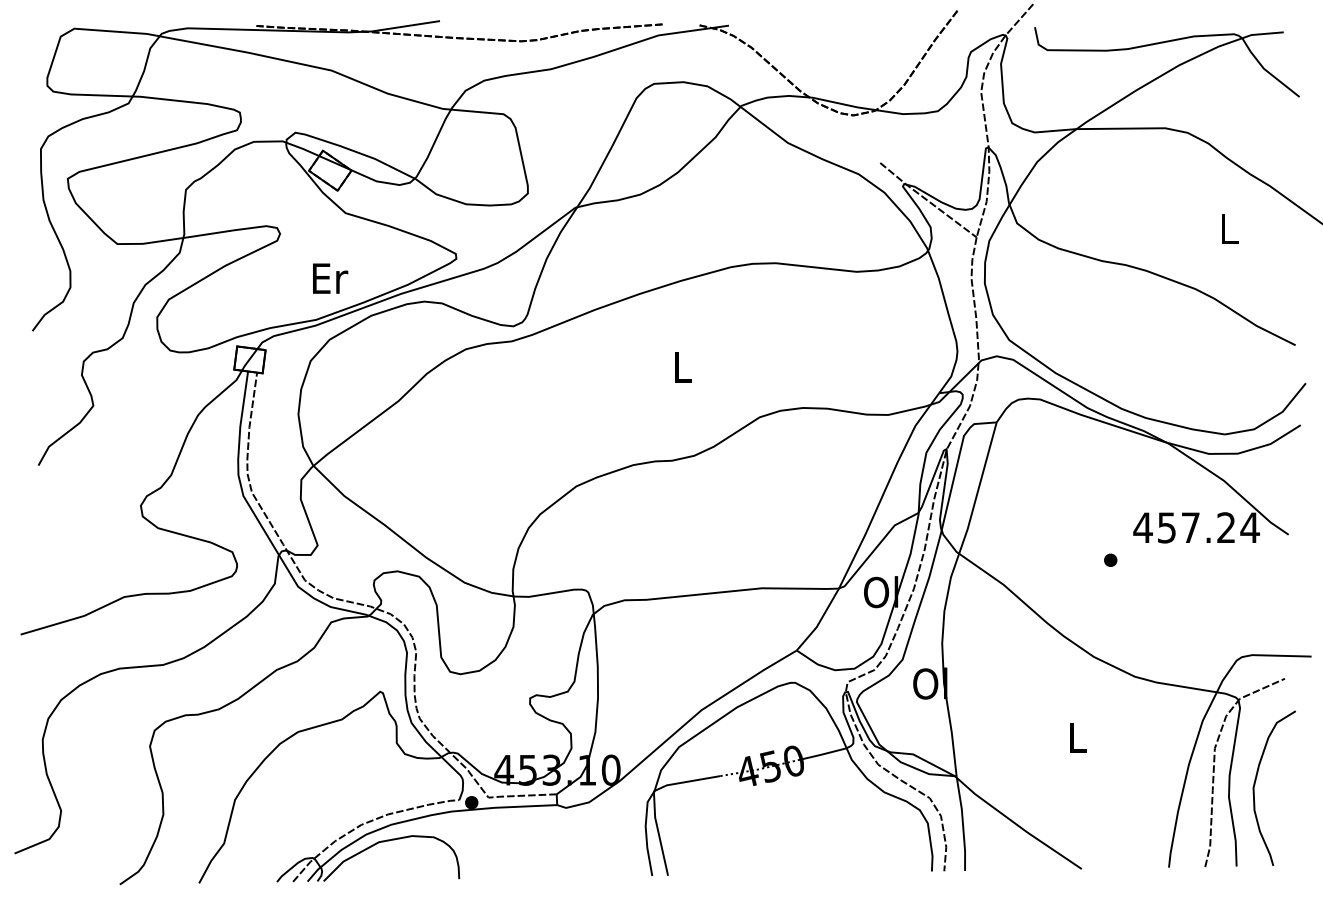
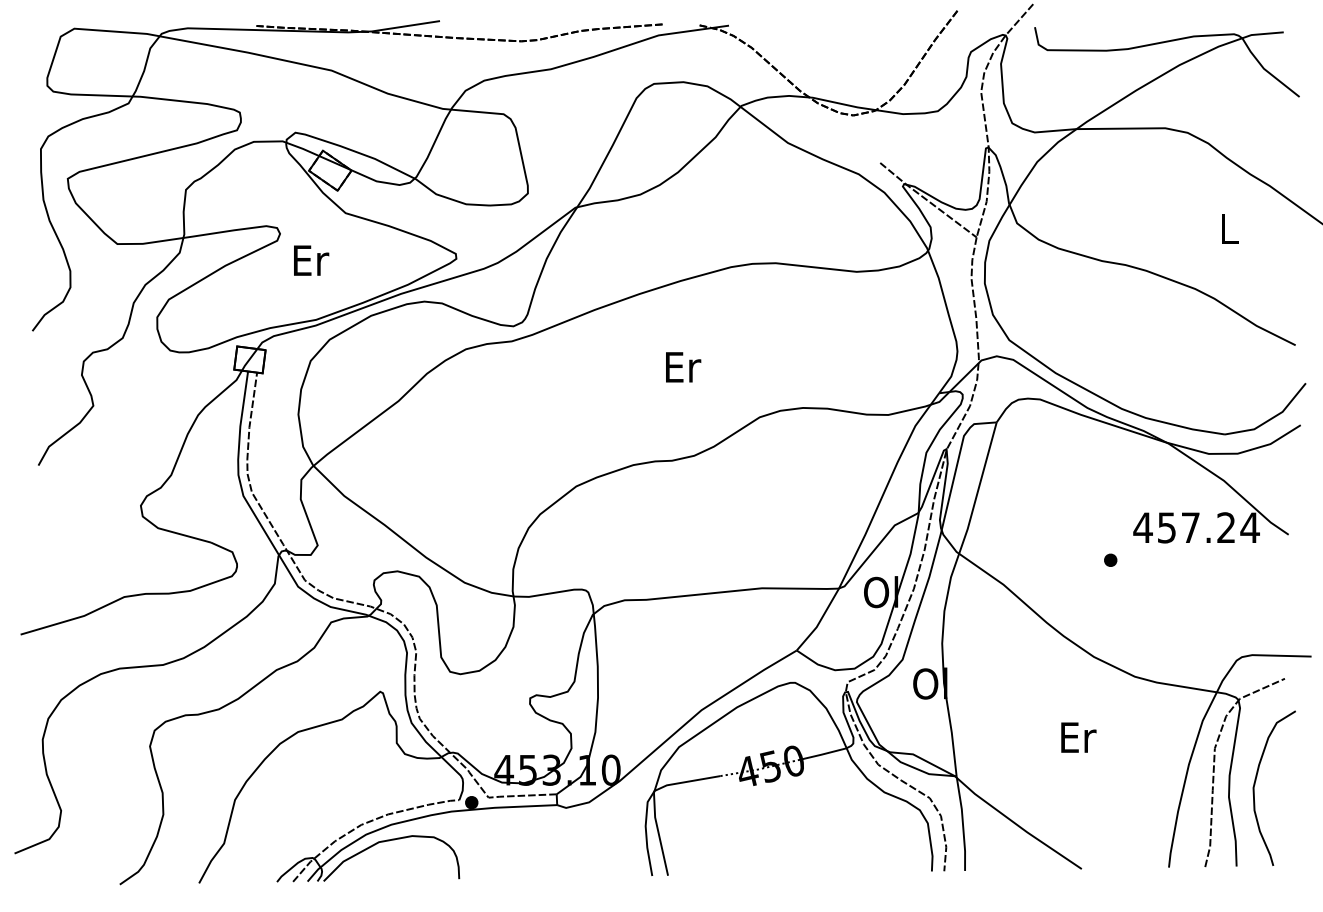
text at (330, 278) position: (330, 278) -> (311, 260)
text at (683, 367): L -> Er
text at (1078, 737): L -> Er
